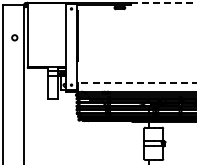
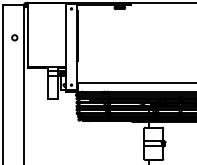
line at (163, 2): dashed -> solid
line at (137, 83): dashed -> solid
